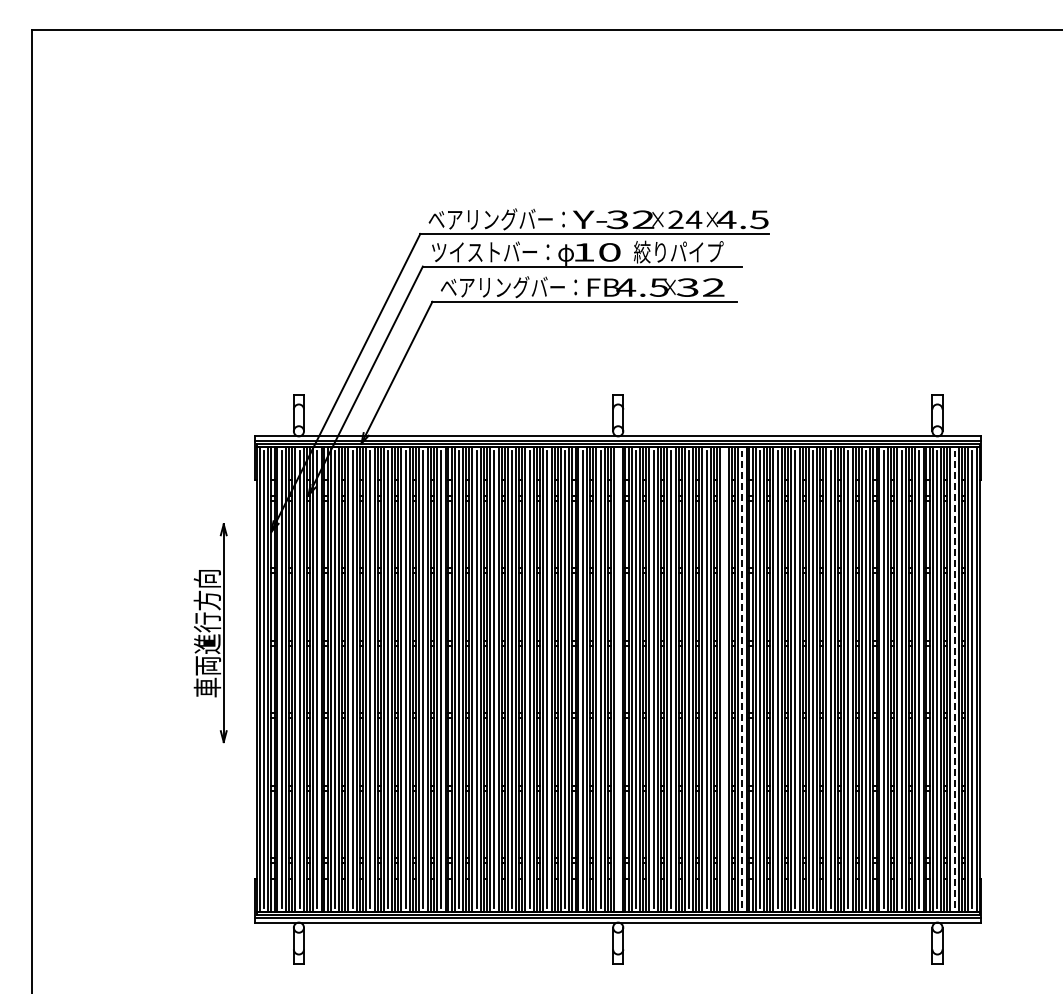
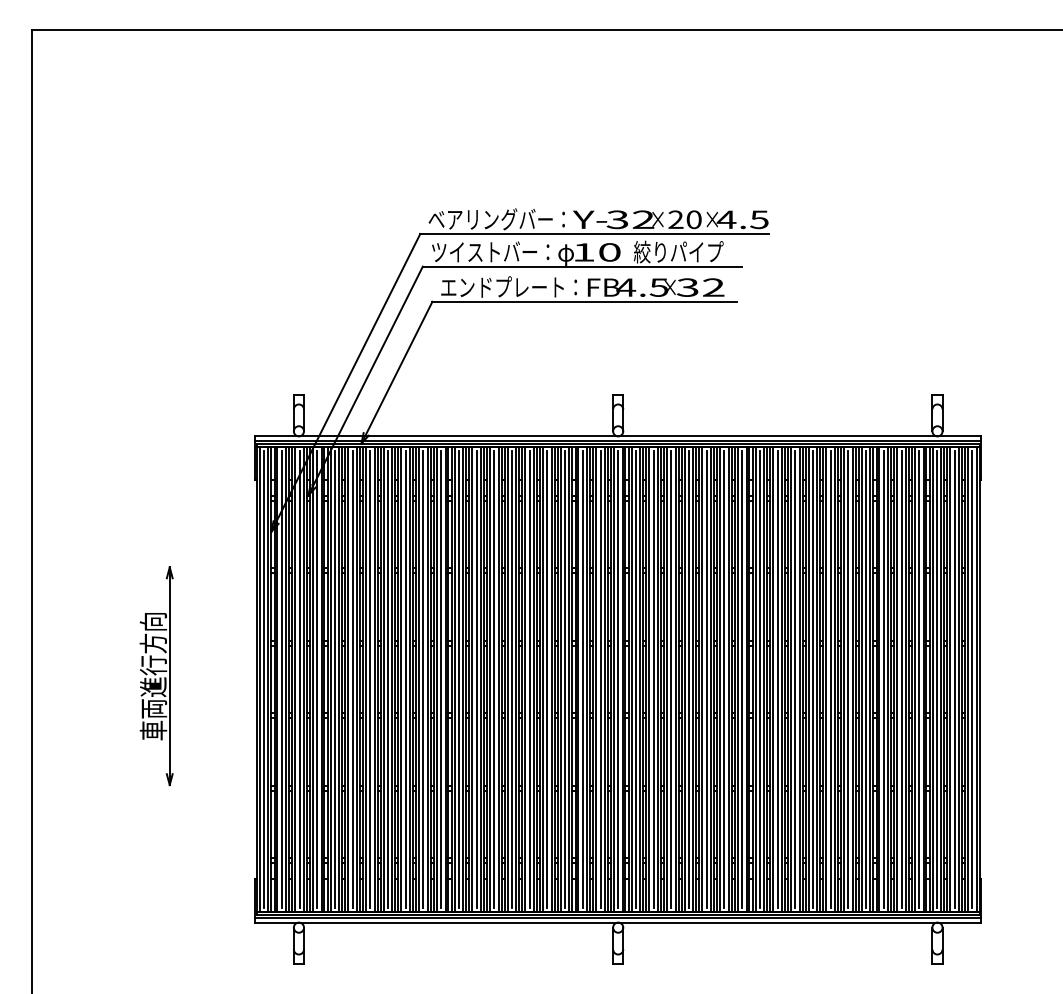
text at (693, 219): 24 -> 20
text at (502, 287): ベアリングバー： -> エンドプレート：
part at (210, 633) position: (210, 633) -> (156, 676)
line at (618, 679): none -> present
line at (724, 679): none -> present
line at (742, 679): dashed -> solid
line at (954, 679): dashed -> solid
